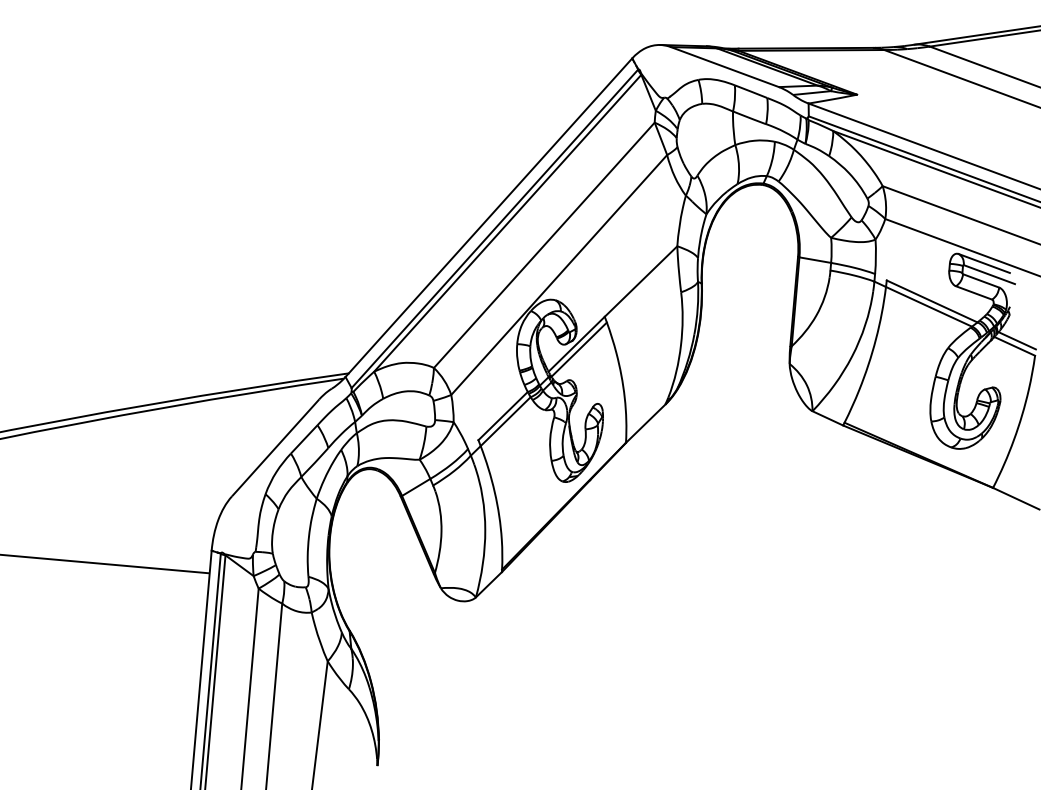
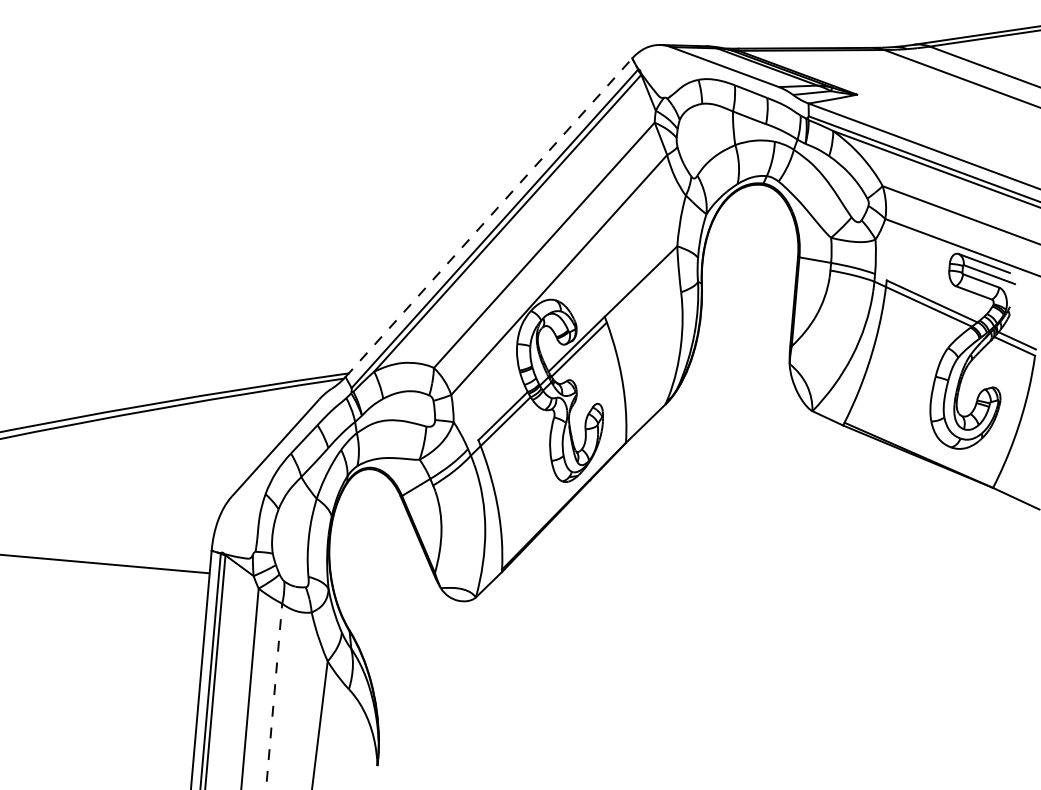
line at (489, 217): solid -> dashed
line at (274, 696): solid -> dashed
